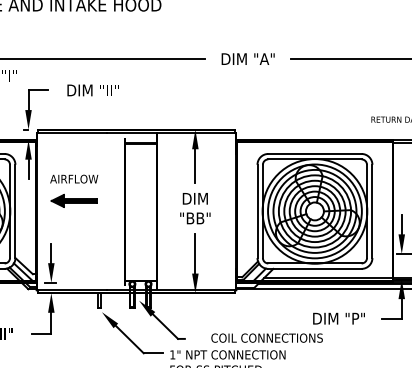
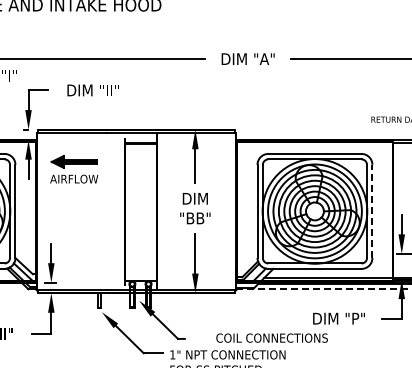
part at (73, 200) position: (73, 200) -> (73, 161)
line at (372, 211): solid -> dashed
line at (323, 289): solid -> dashed
text at (266, 337) position: (266, 337) -> (271, 337)
